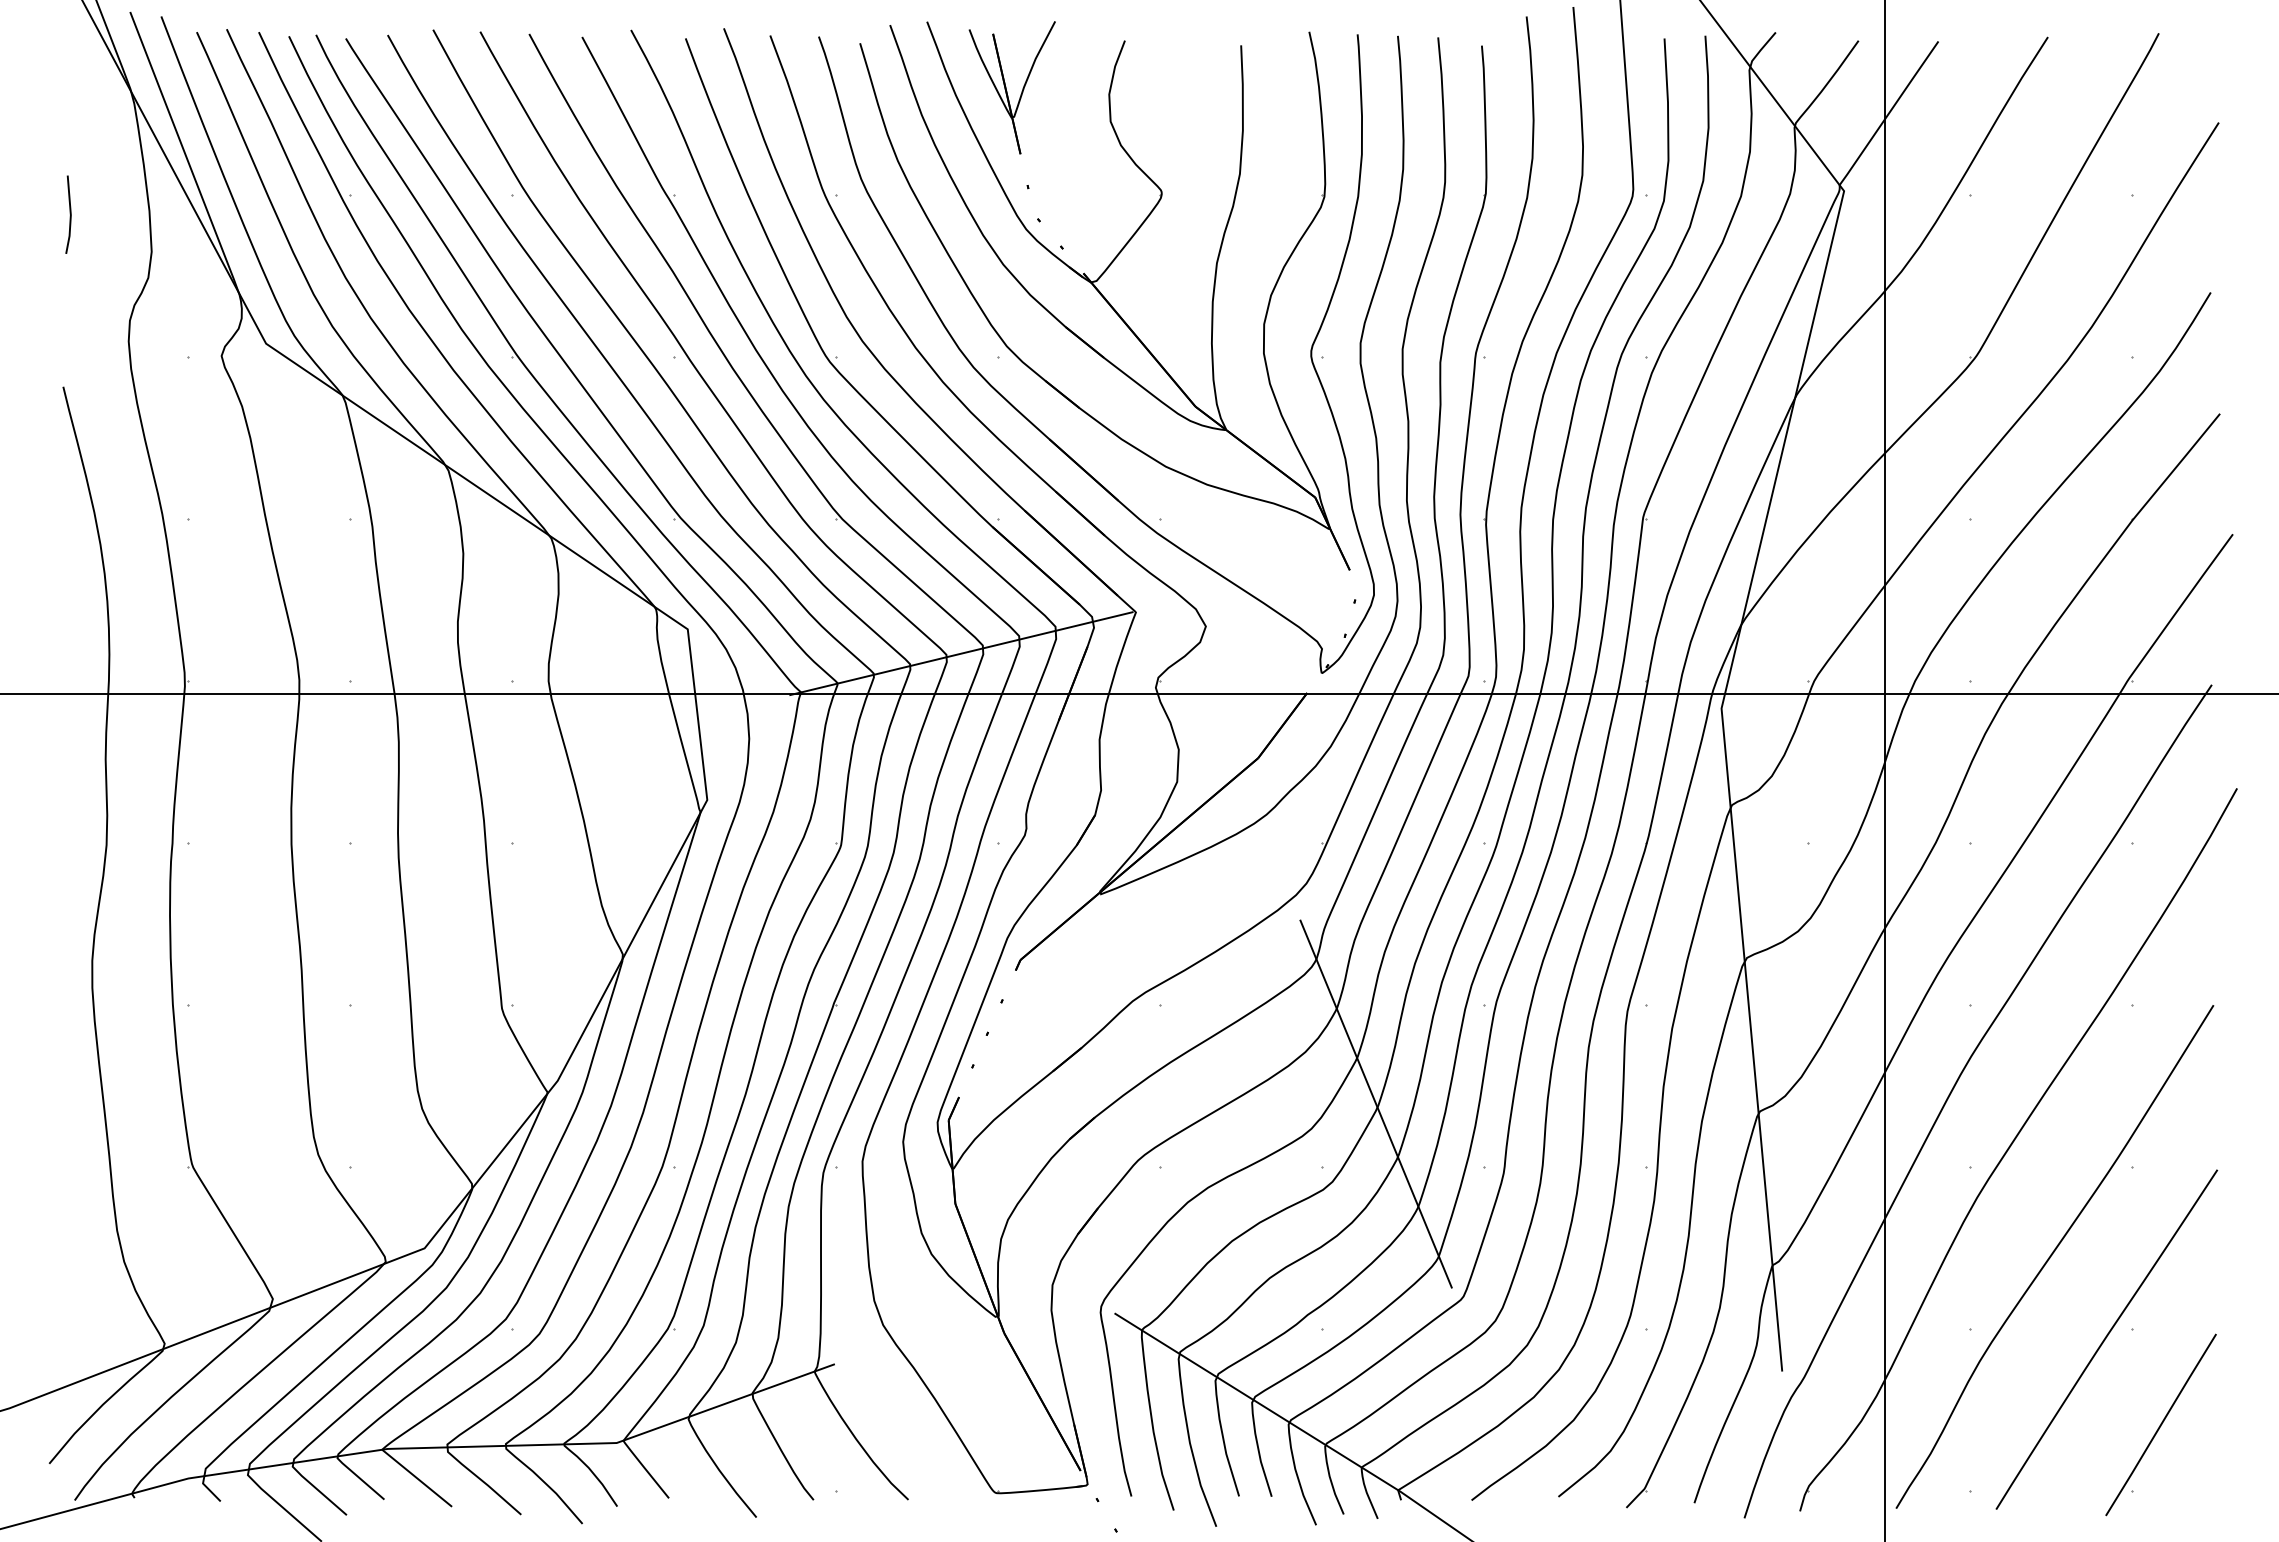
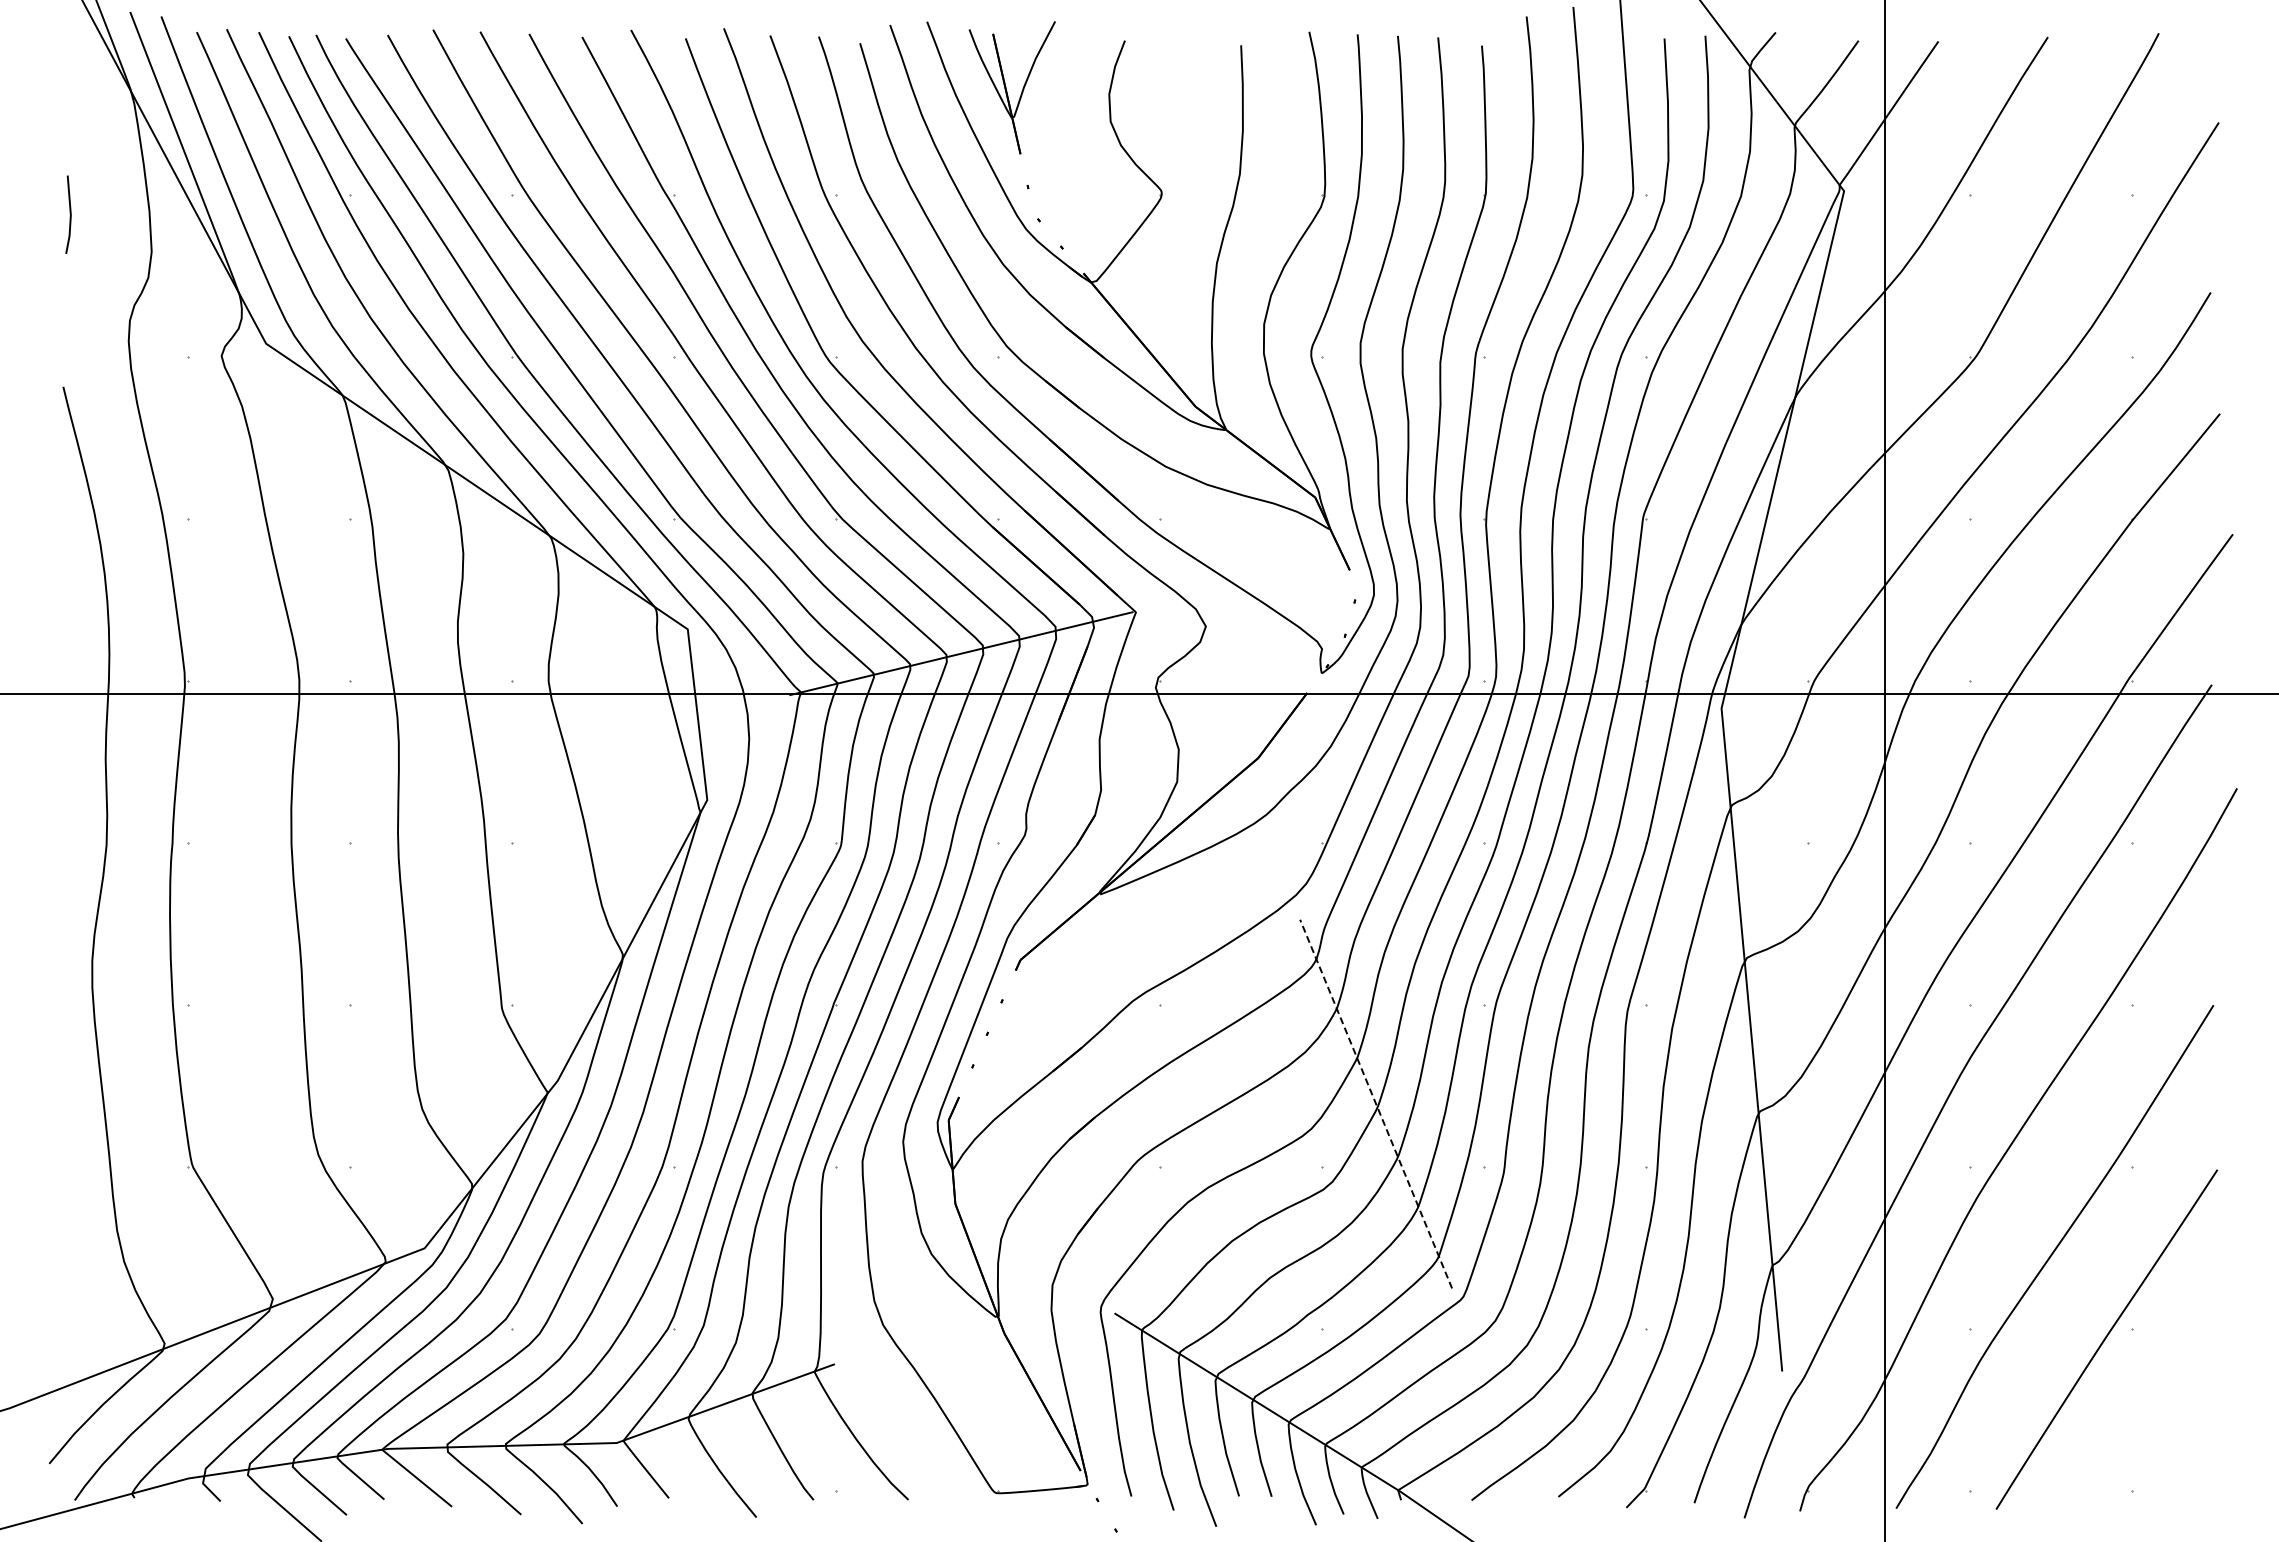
line at (1375, 1103): solid -> dashed
line at (2160, 1424): present -> none
